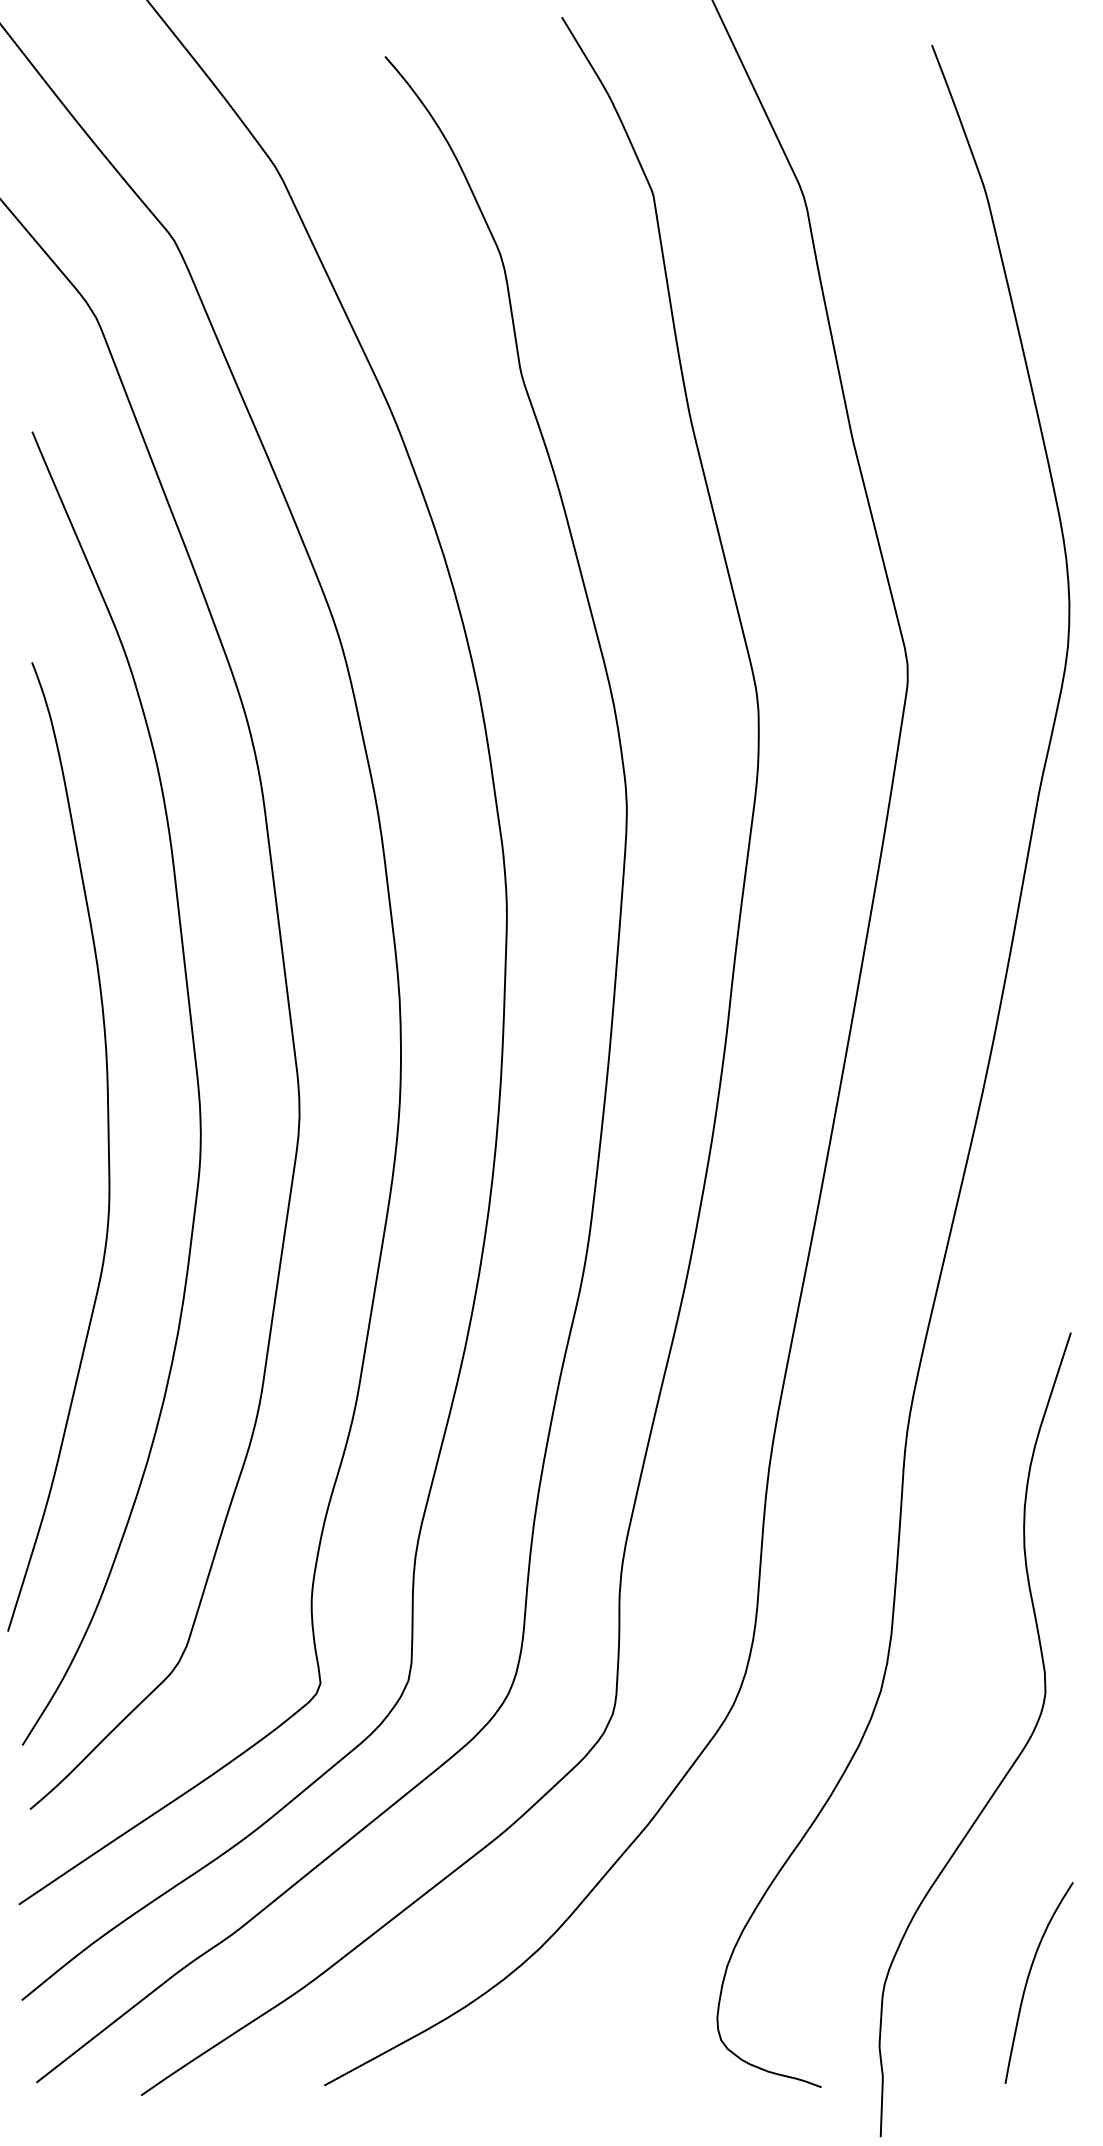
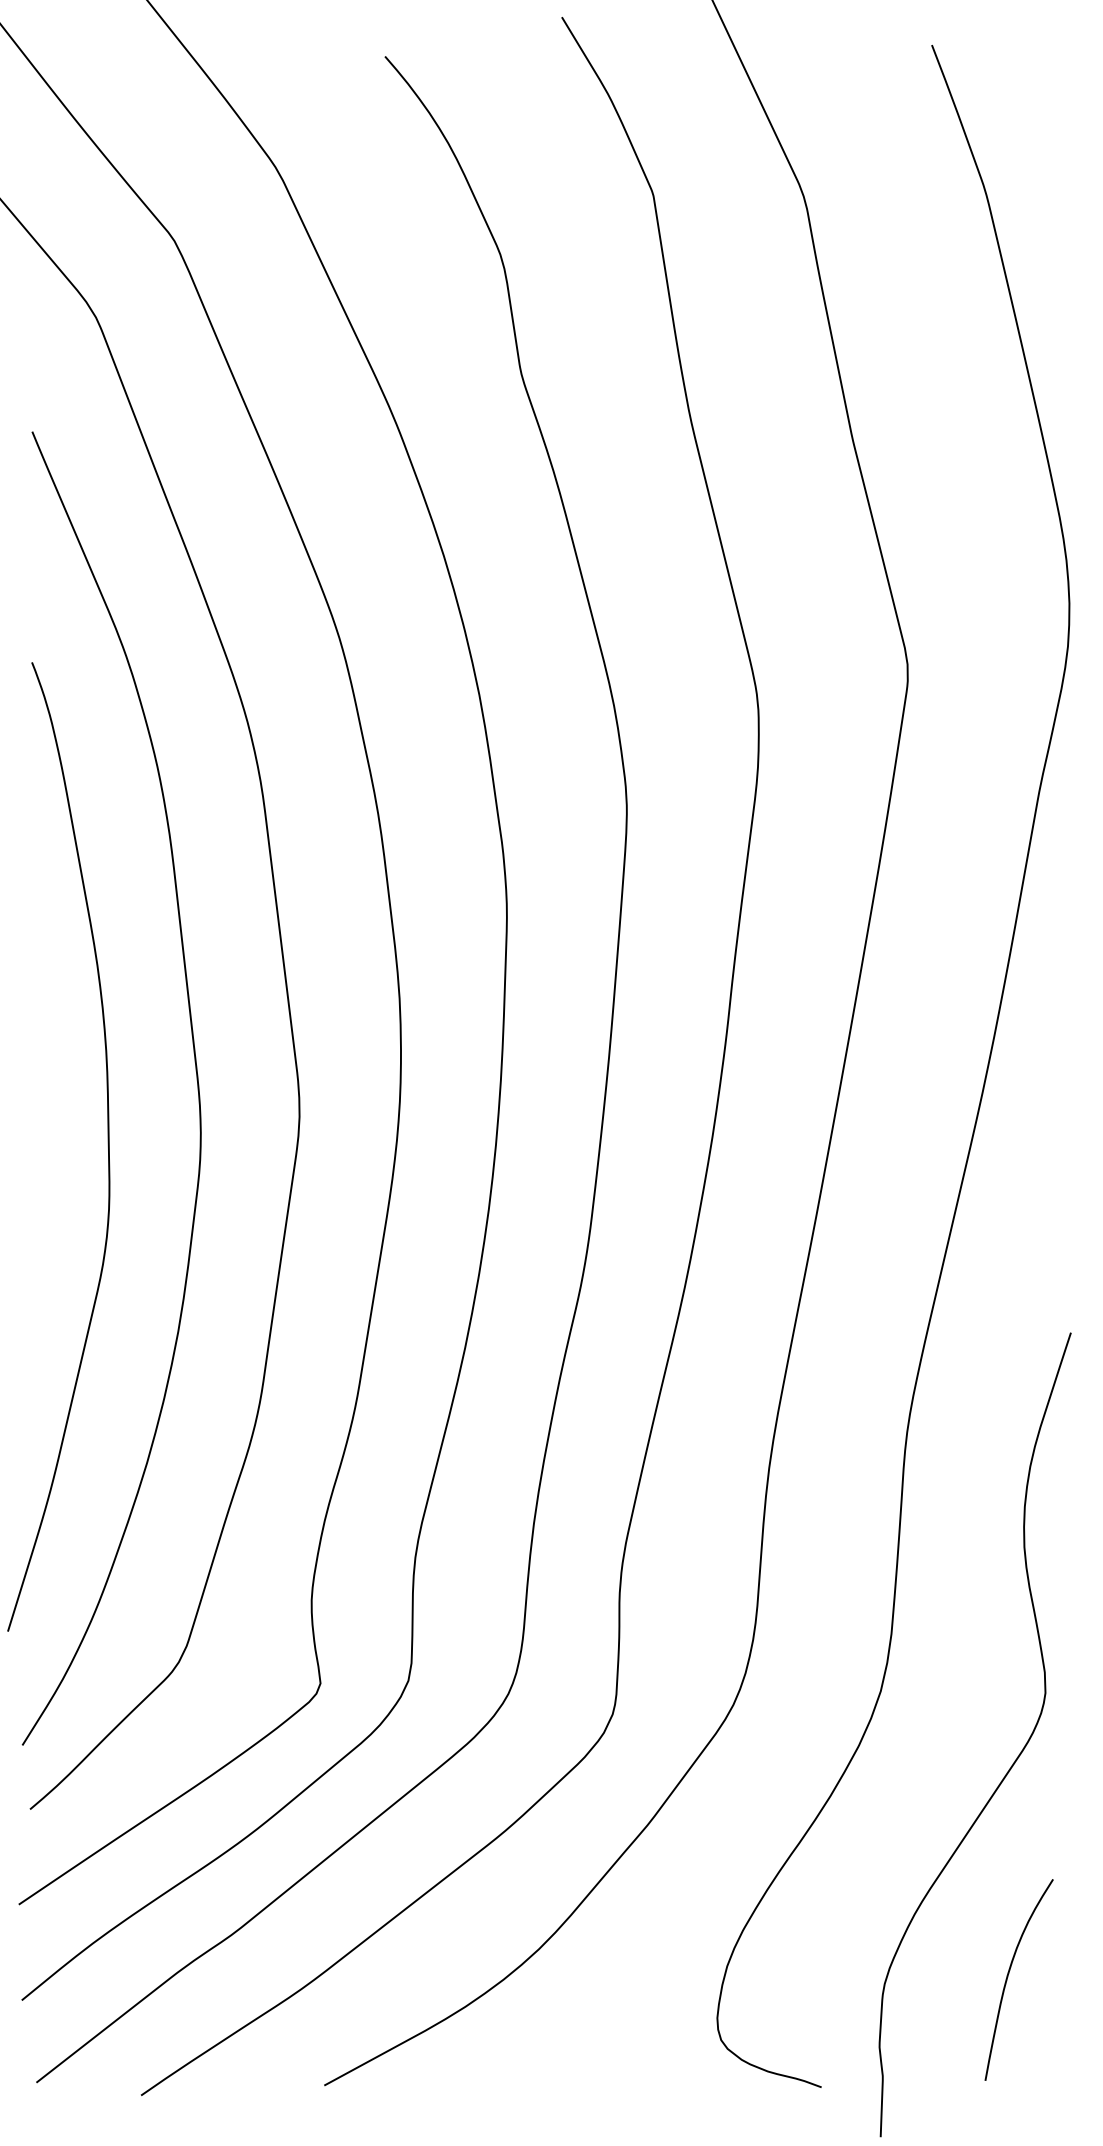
curve at (1028, 1980) position: (1028, 1980) -> (1008, 1977)
